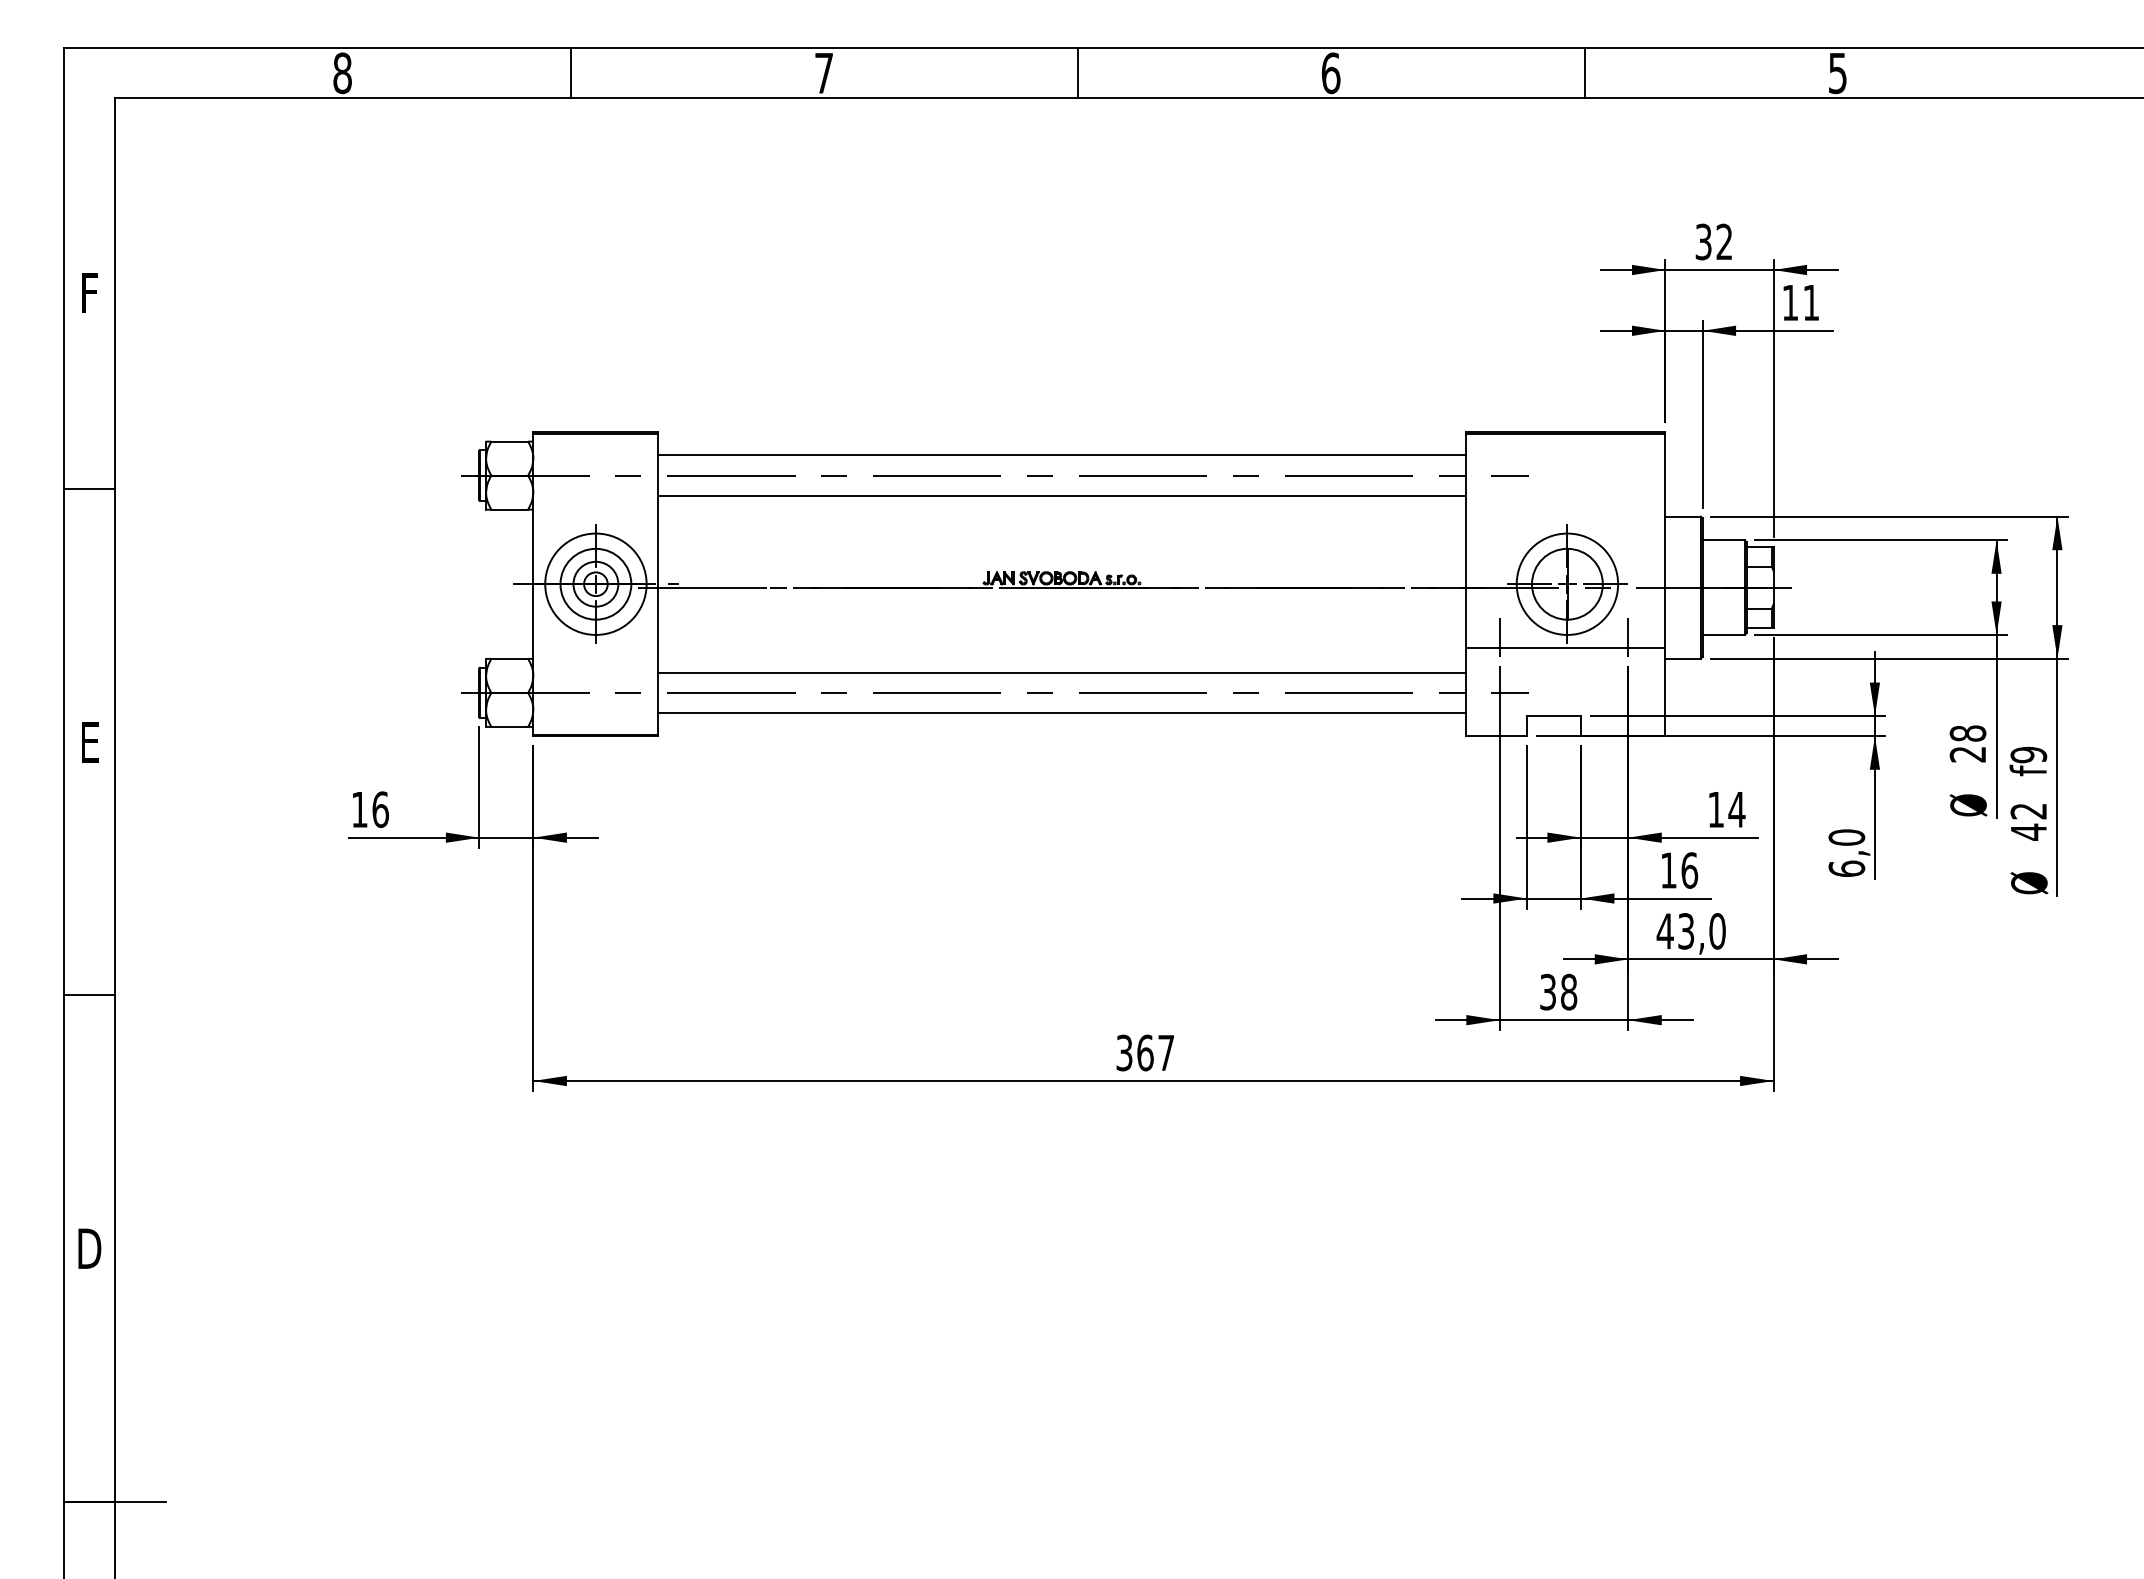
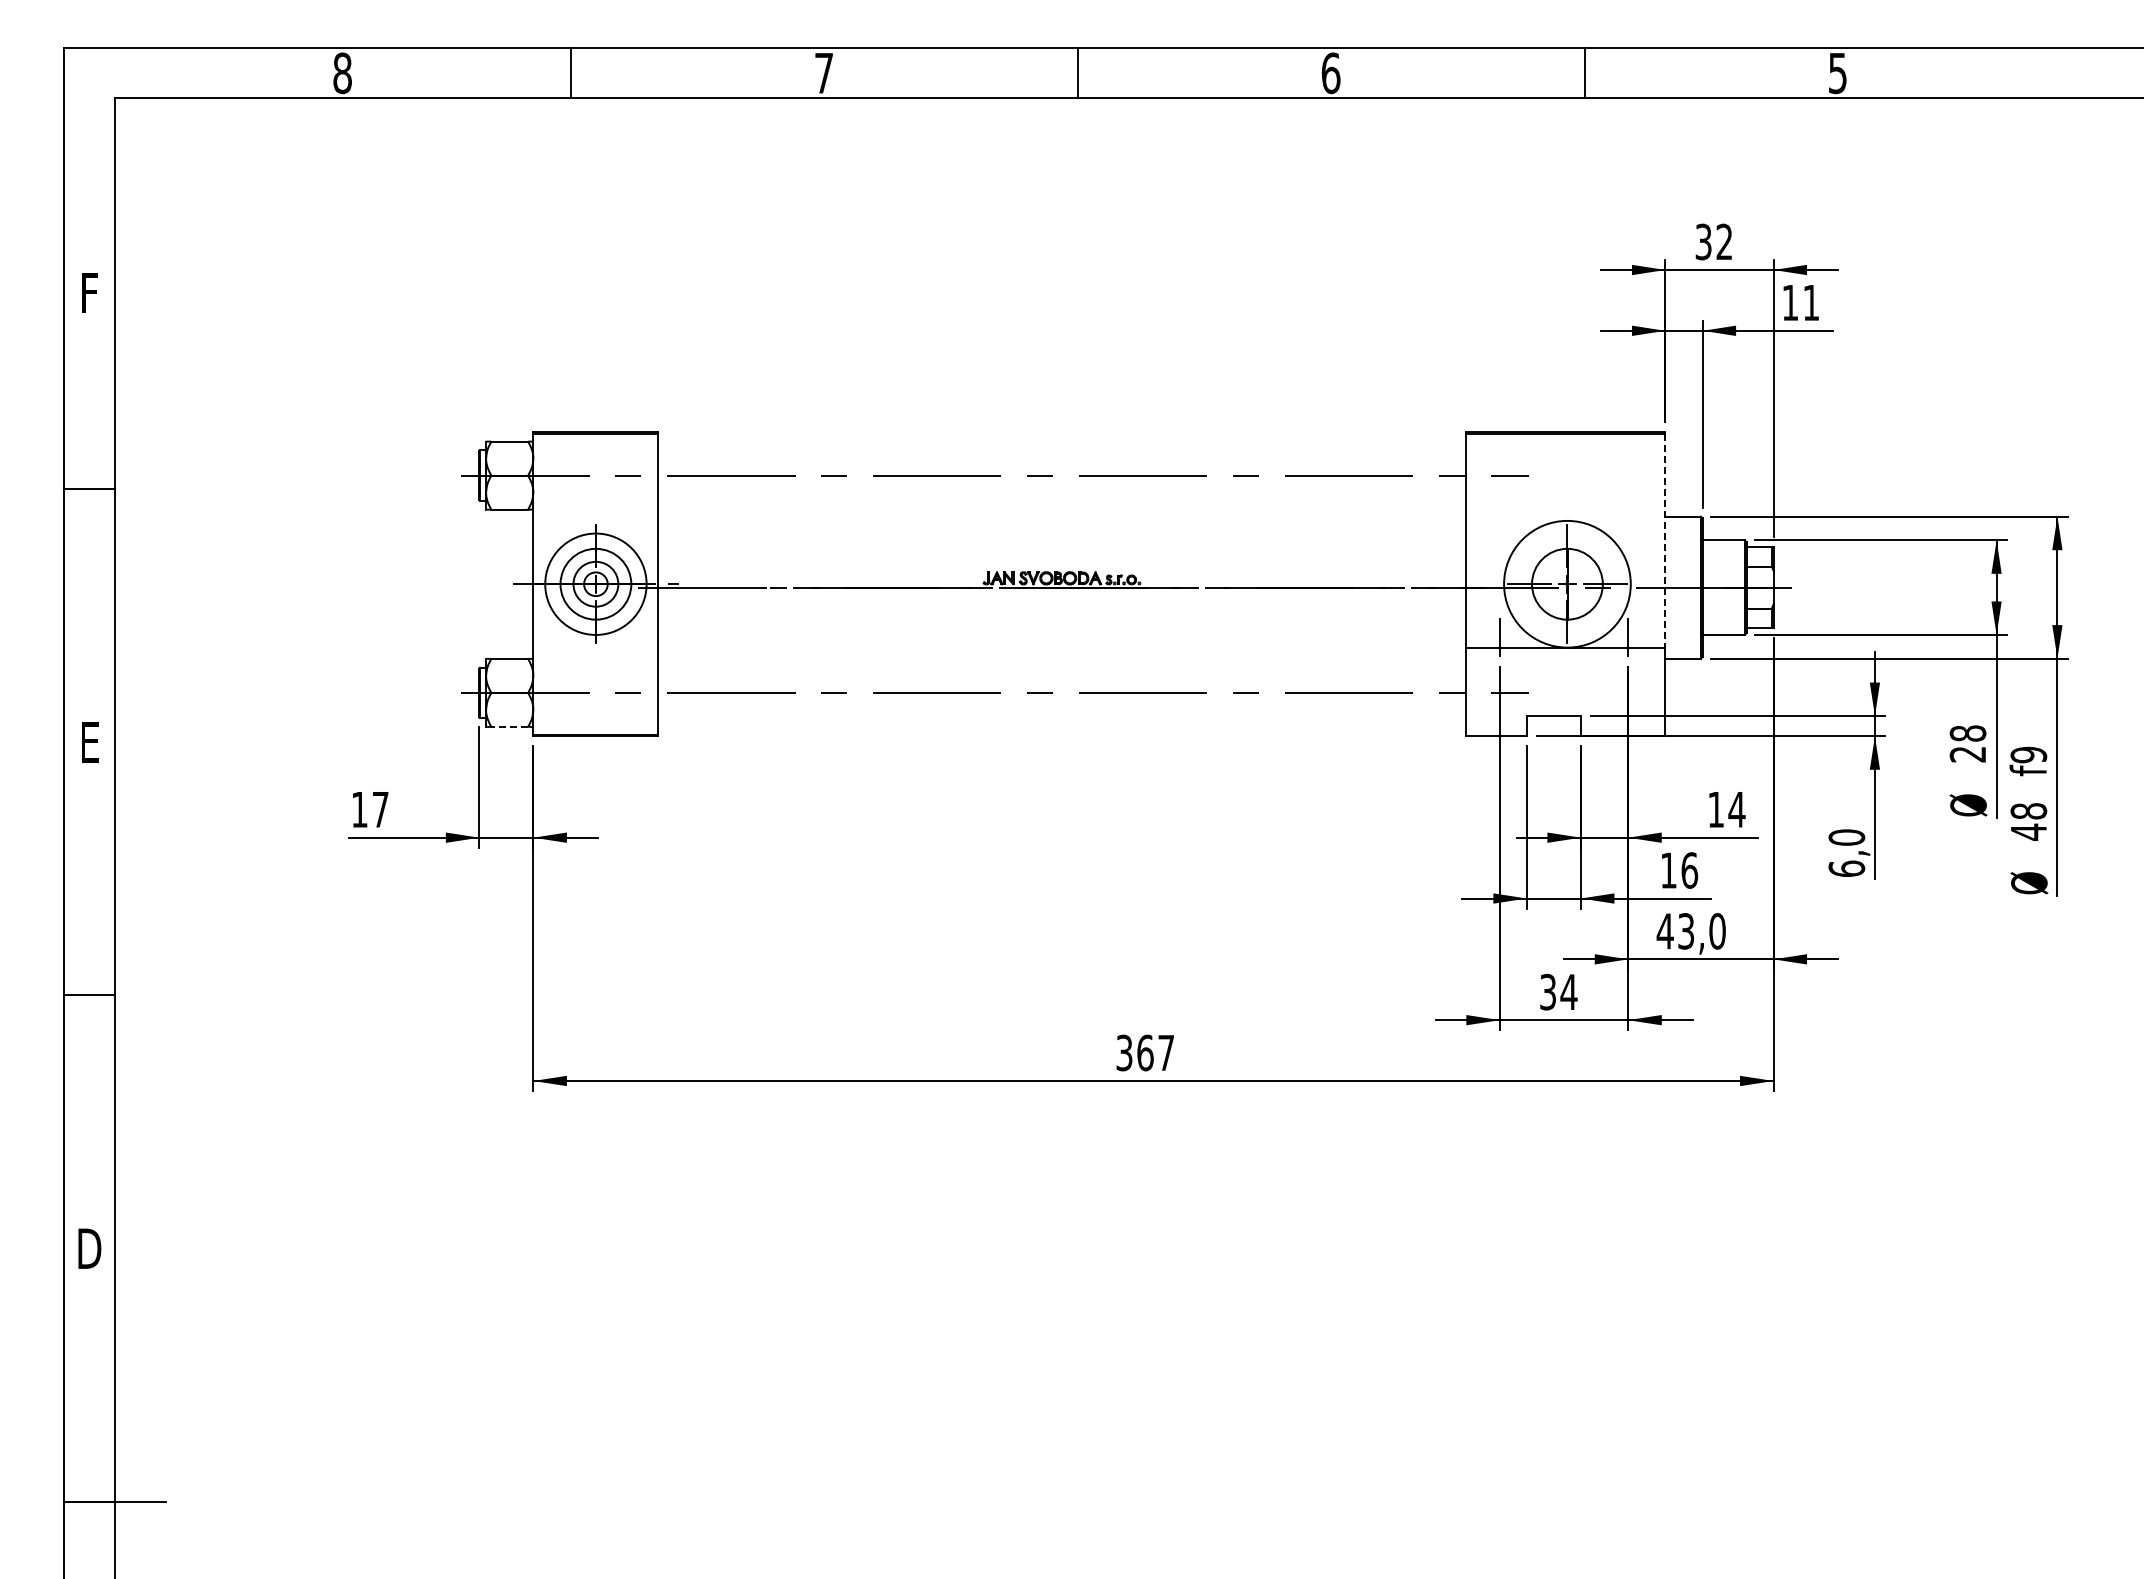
line at (1062, 455): present -> none
line at (1062, 495): present -> none
line at (1665, 541): solid -> dashed
circle at (1567, 583) diameter: 101 px -> 127 px
line at (1062, 672): present -> none
line at (1062, 713): present -> none
line at (509, 726): solid -> dashed
text at (380, 809): 16 -> 17
text at (2028, 811): 42 -> 48
text at (1568, 991): 38 -> 34
